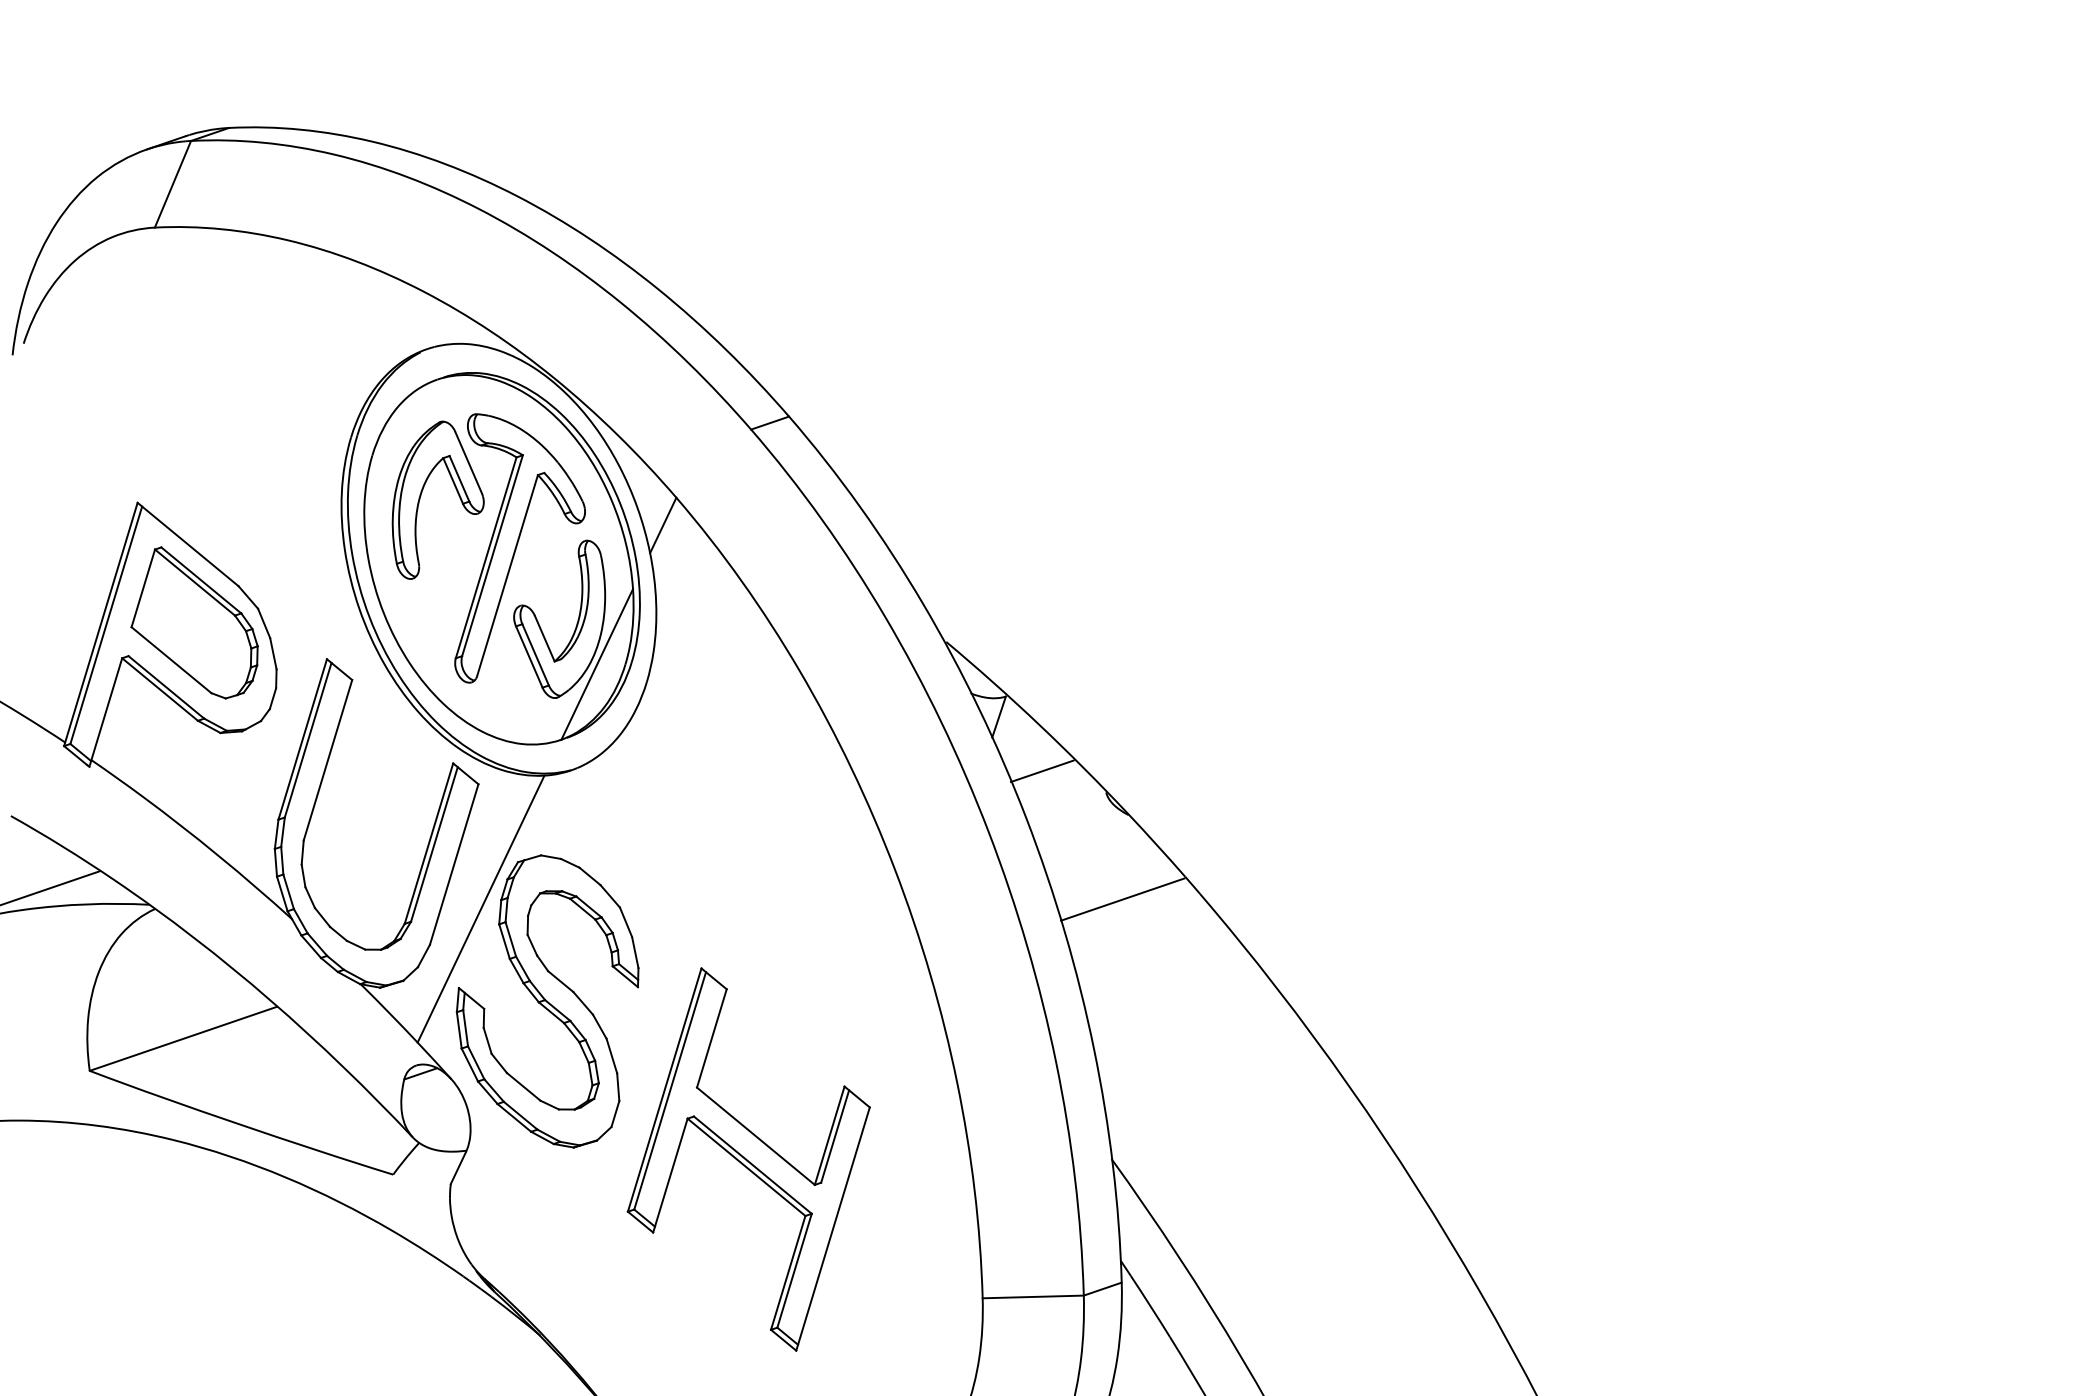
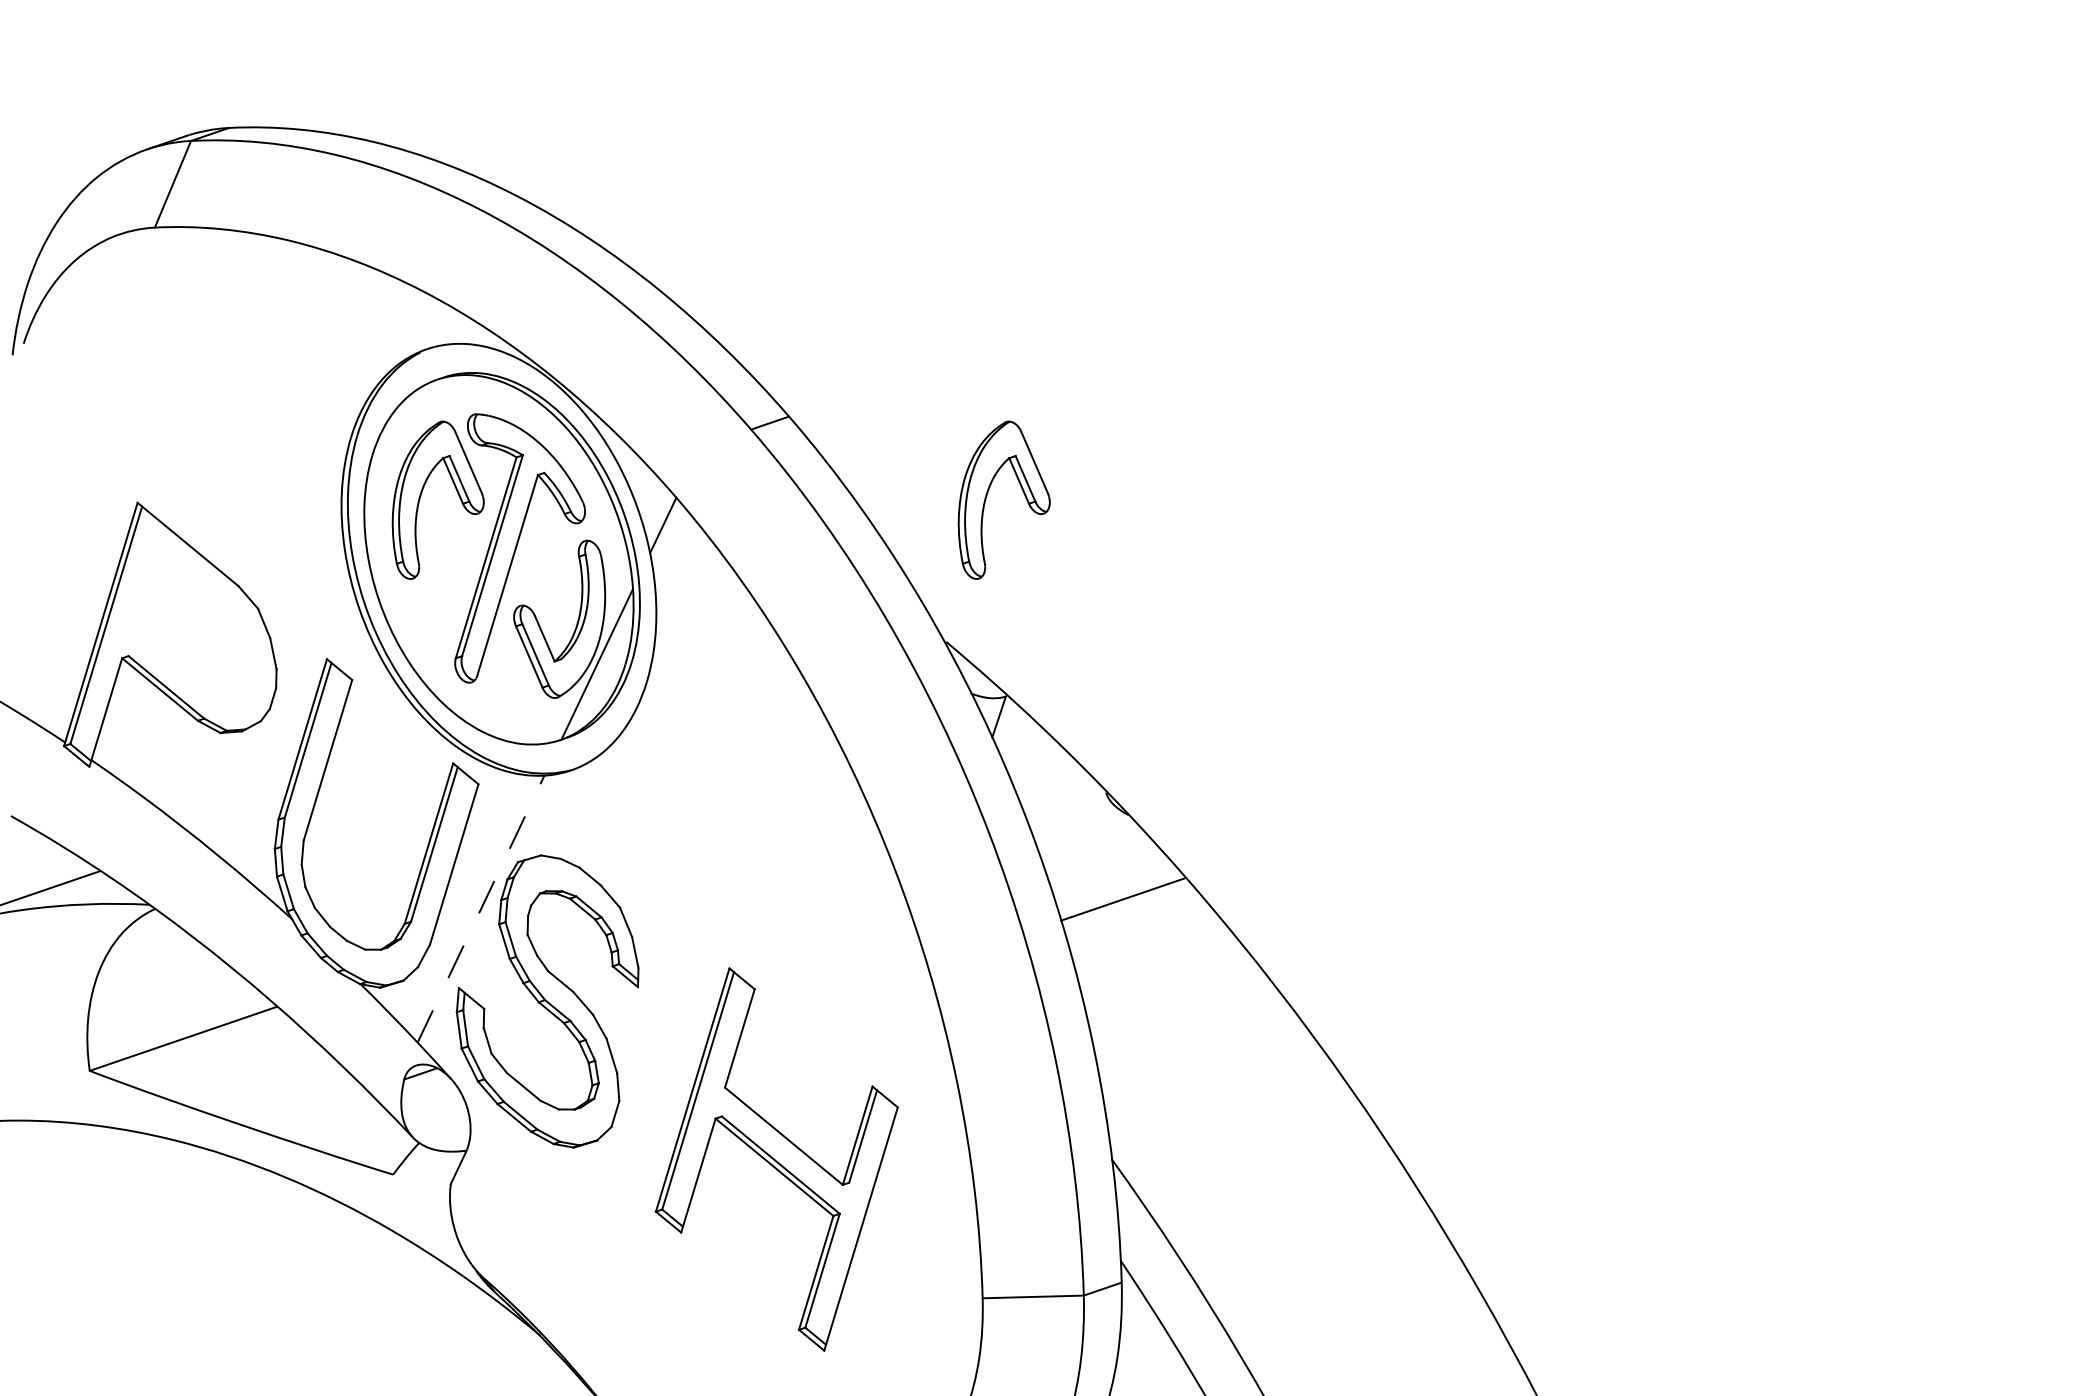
part at (987, 496): none -> present
part at (194, 622): present -> none
line at (1042, 770): present -> none
line at (481, 909): solid -> dashed
part at (748, 1159) position: (748, 1159) -> (776, 1159)
